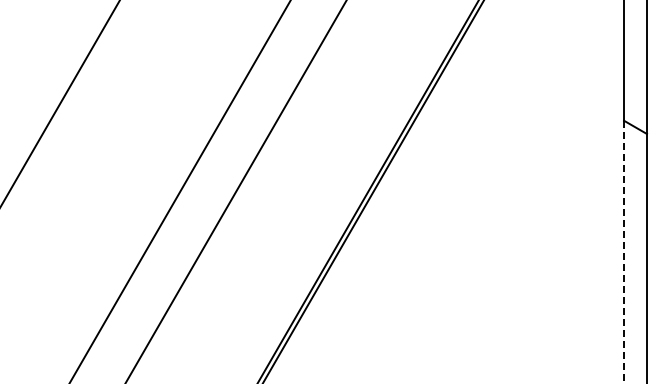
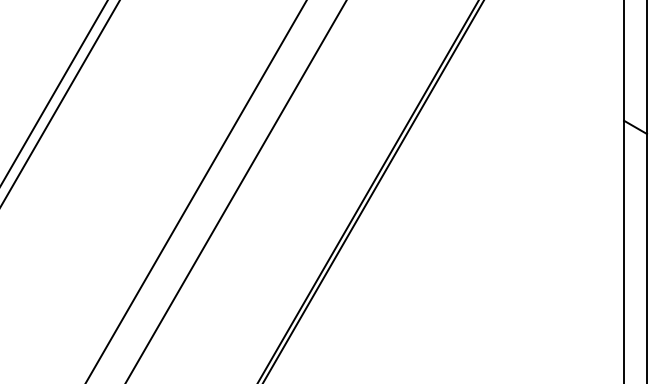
line at (54, 92): none -> present
line at (180, 191) position: (180, 191) -> (196, 191)
line at (624, 252): dashed -> solid
